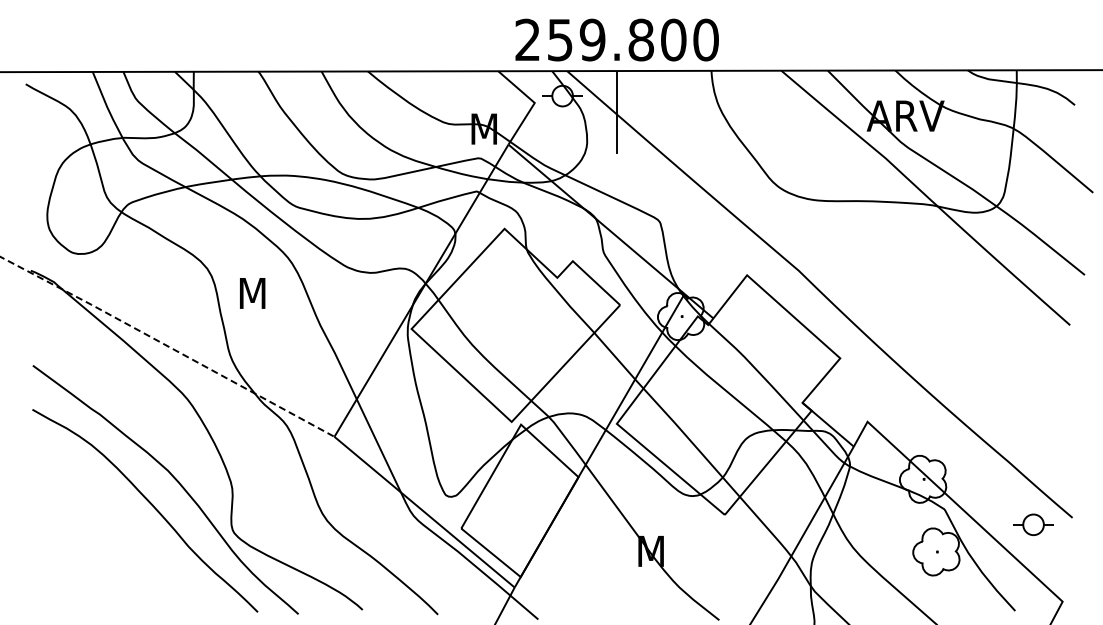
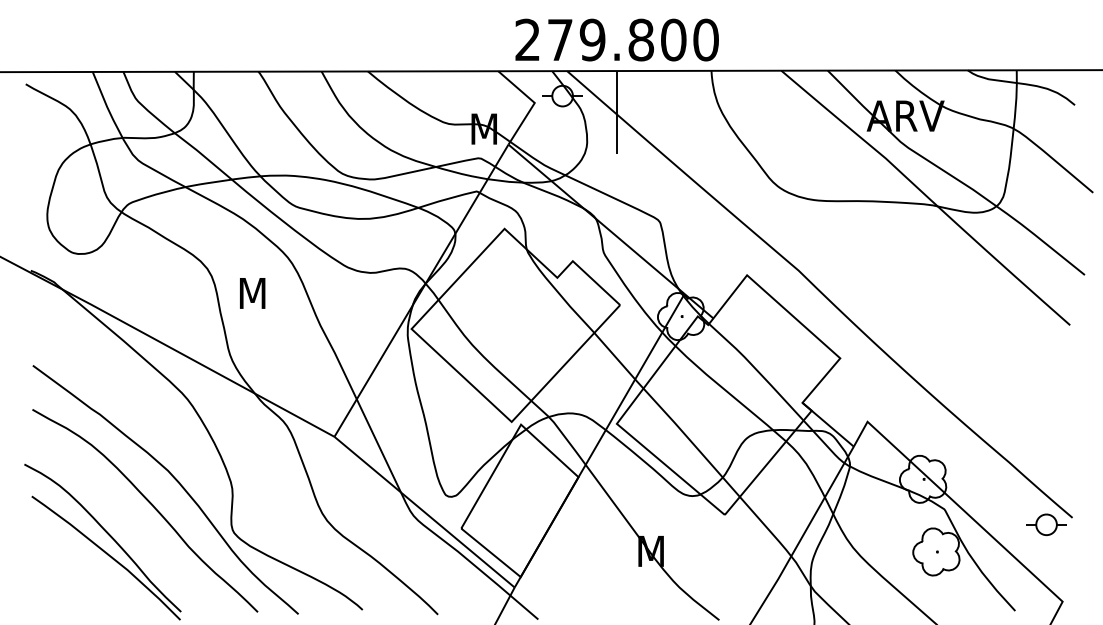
text at (560, 40): 259.800 -> 279.800
line at (167, 346): dashed -> solid
part at (1033, 524) position: (1033, 524) -> (1046, 524)
part at (102, 541): none -> present
